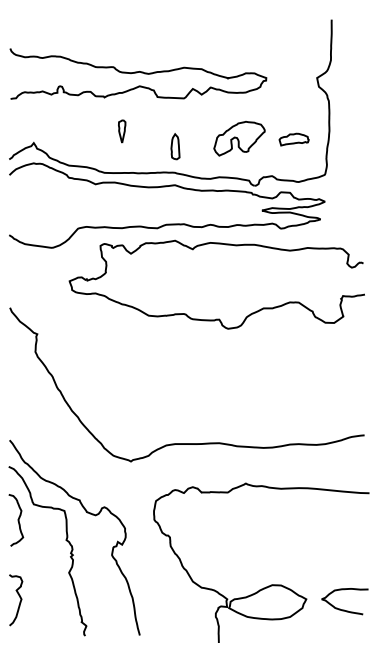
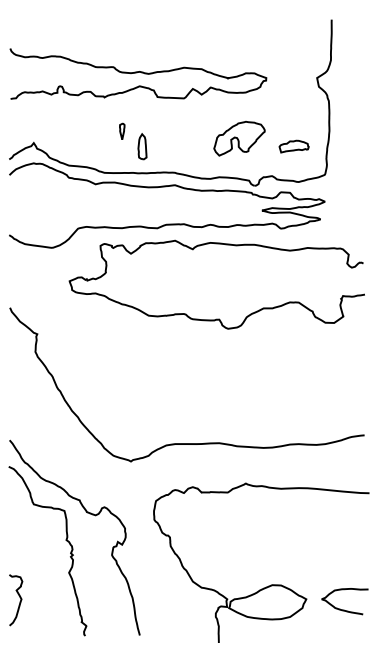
part at (122, 131) size: 9x25 px -> 7x18 px
part at (293, 139) position: (293, 139) -> (293, 146)
part at (175, 146) position: (175, 146) -> (142, 146)
curve at (17, 520): present -> none
